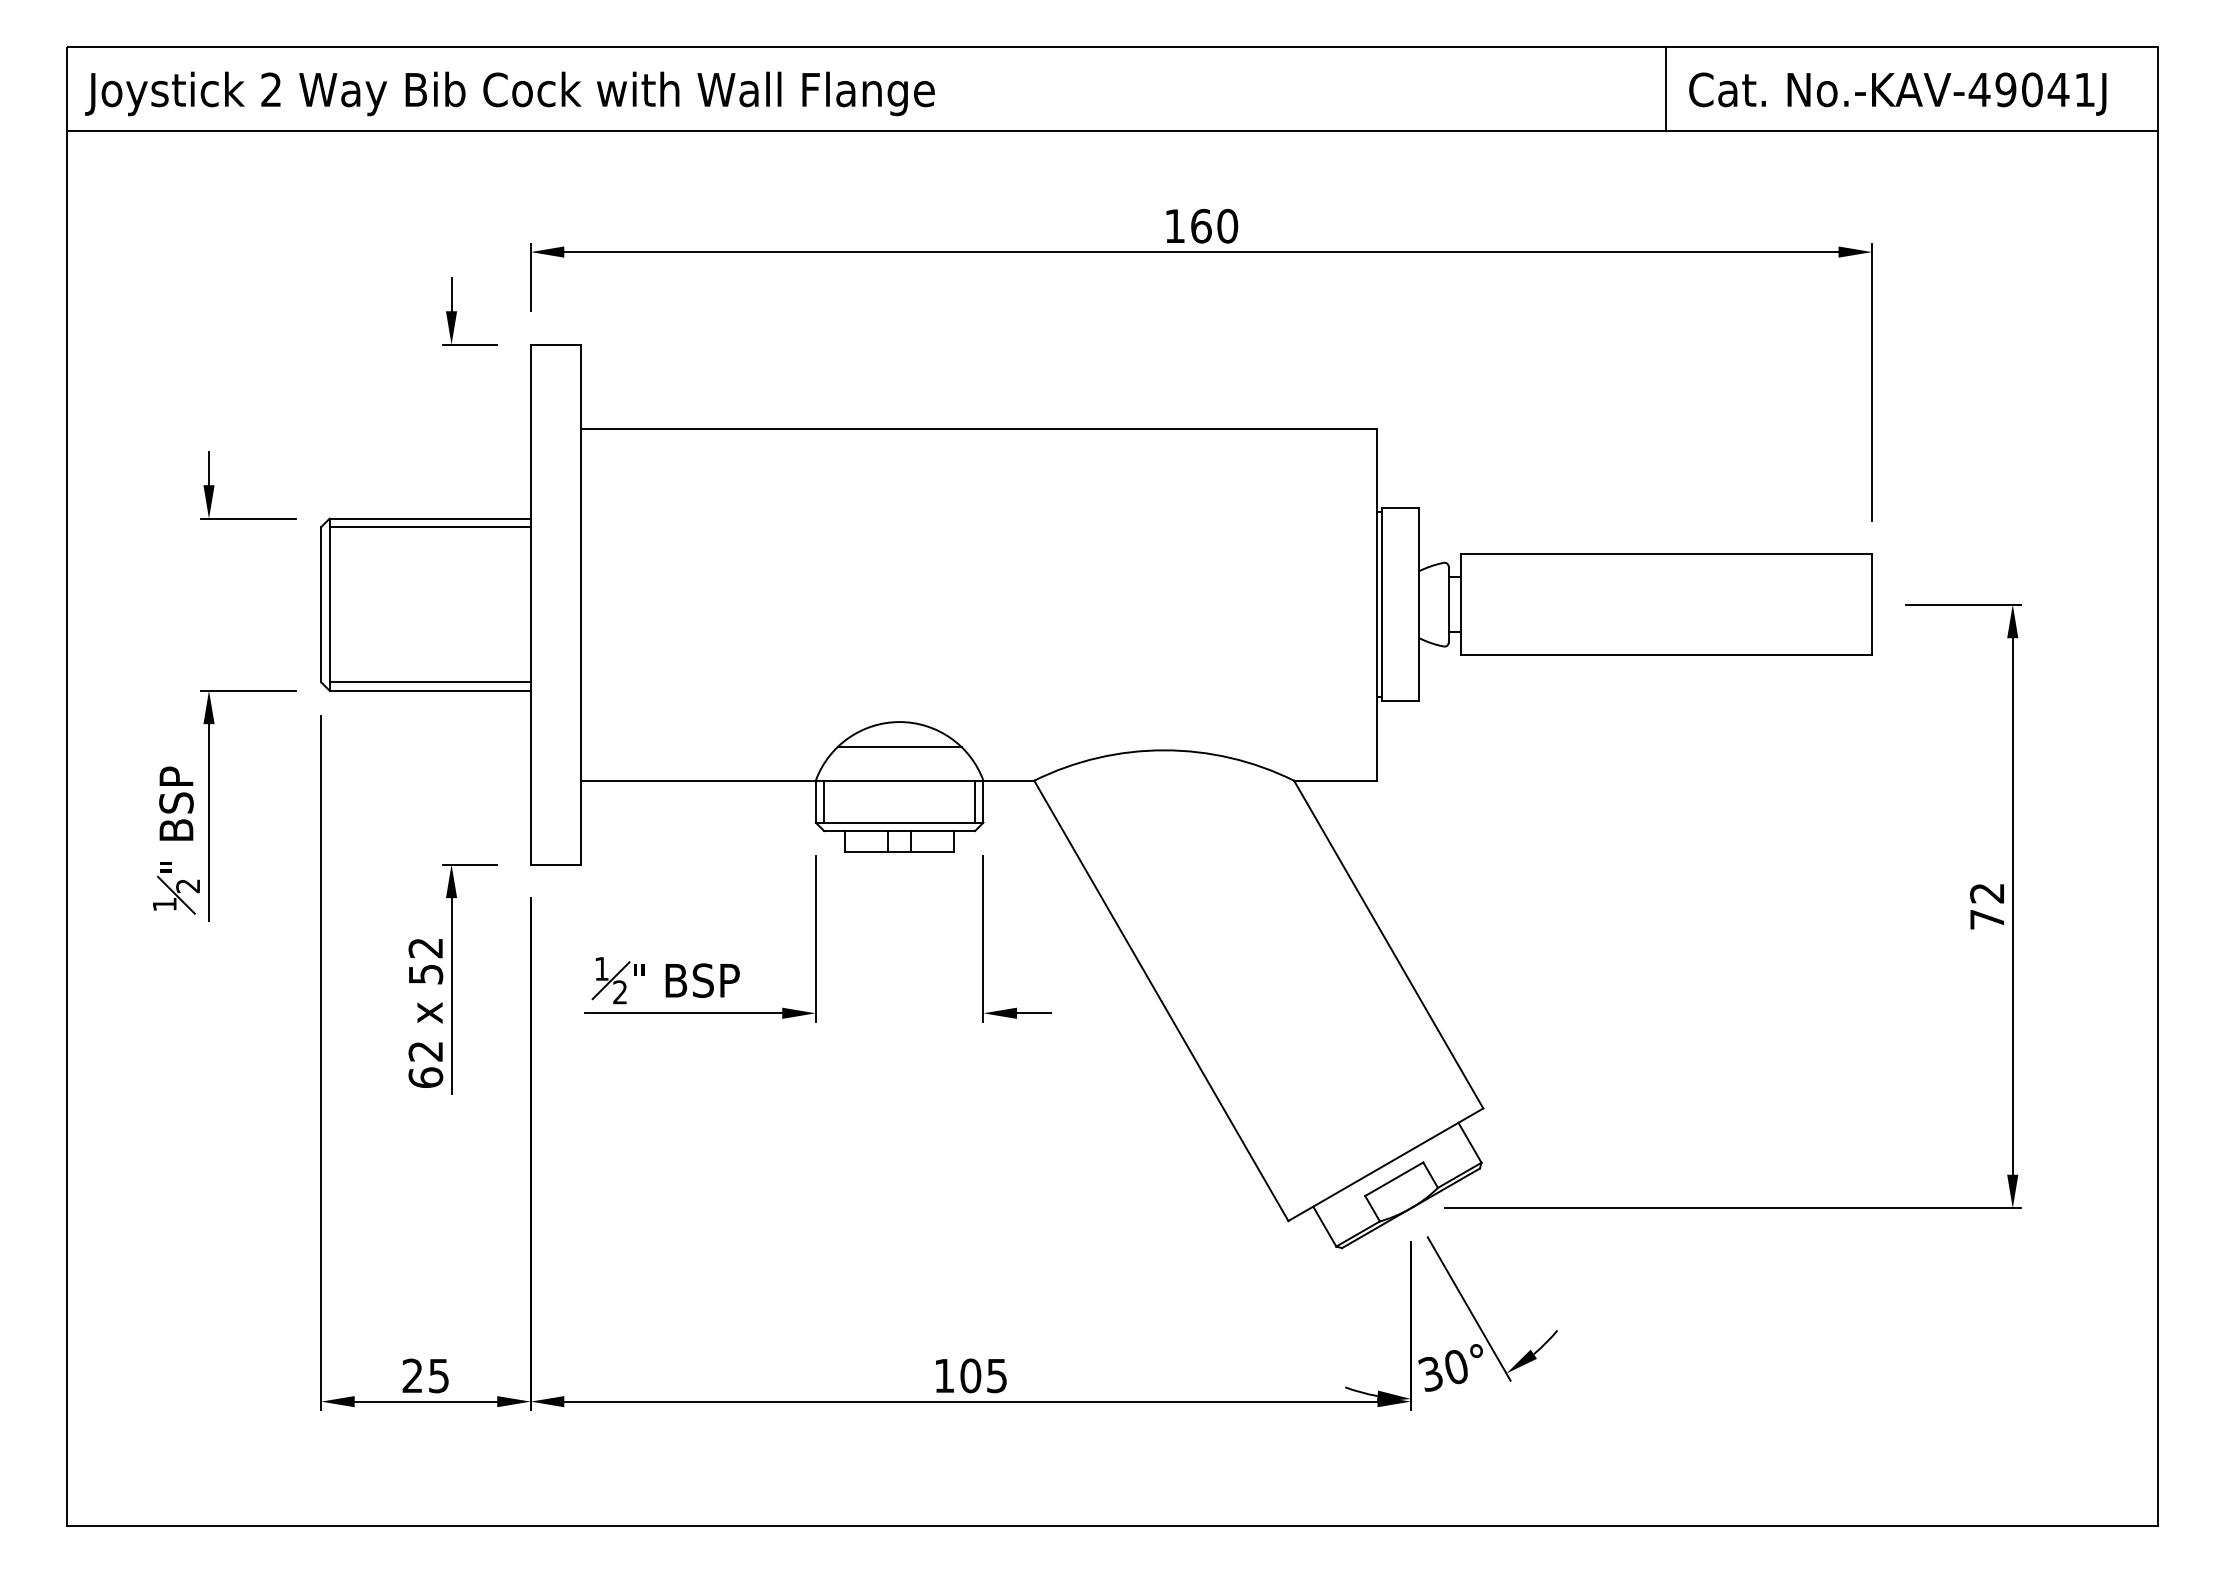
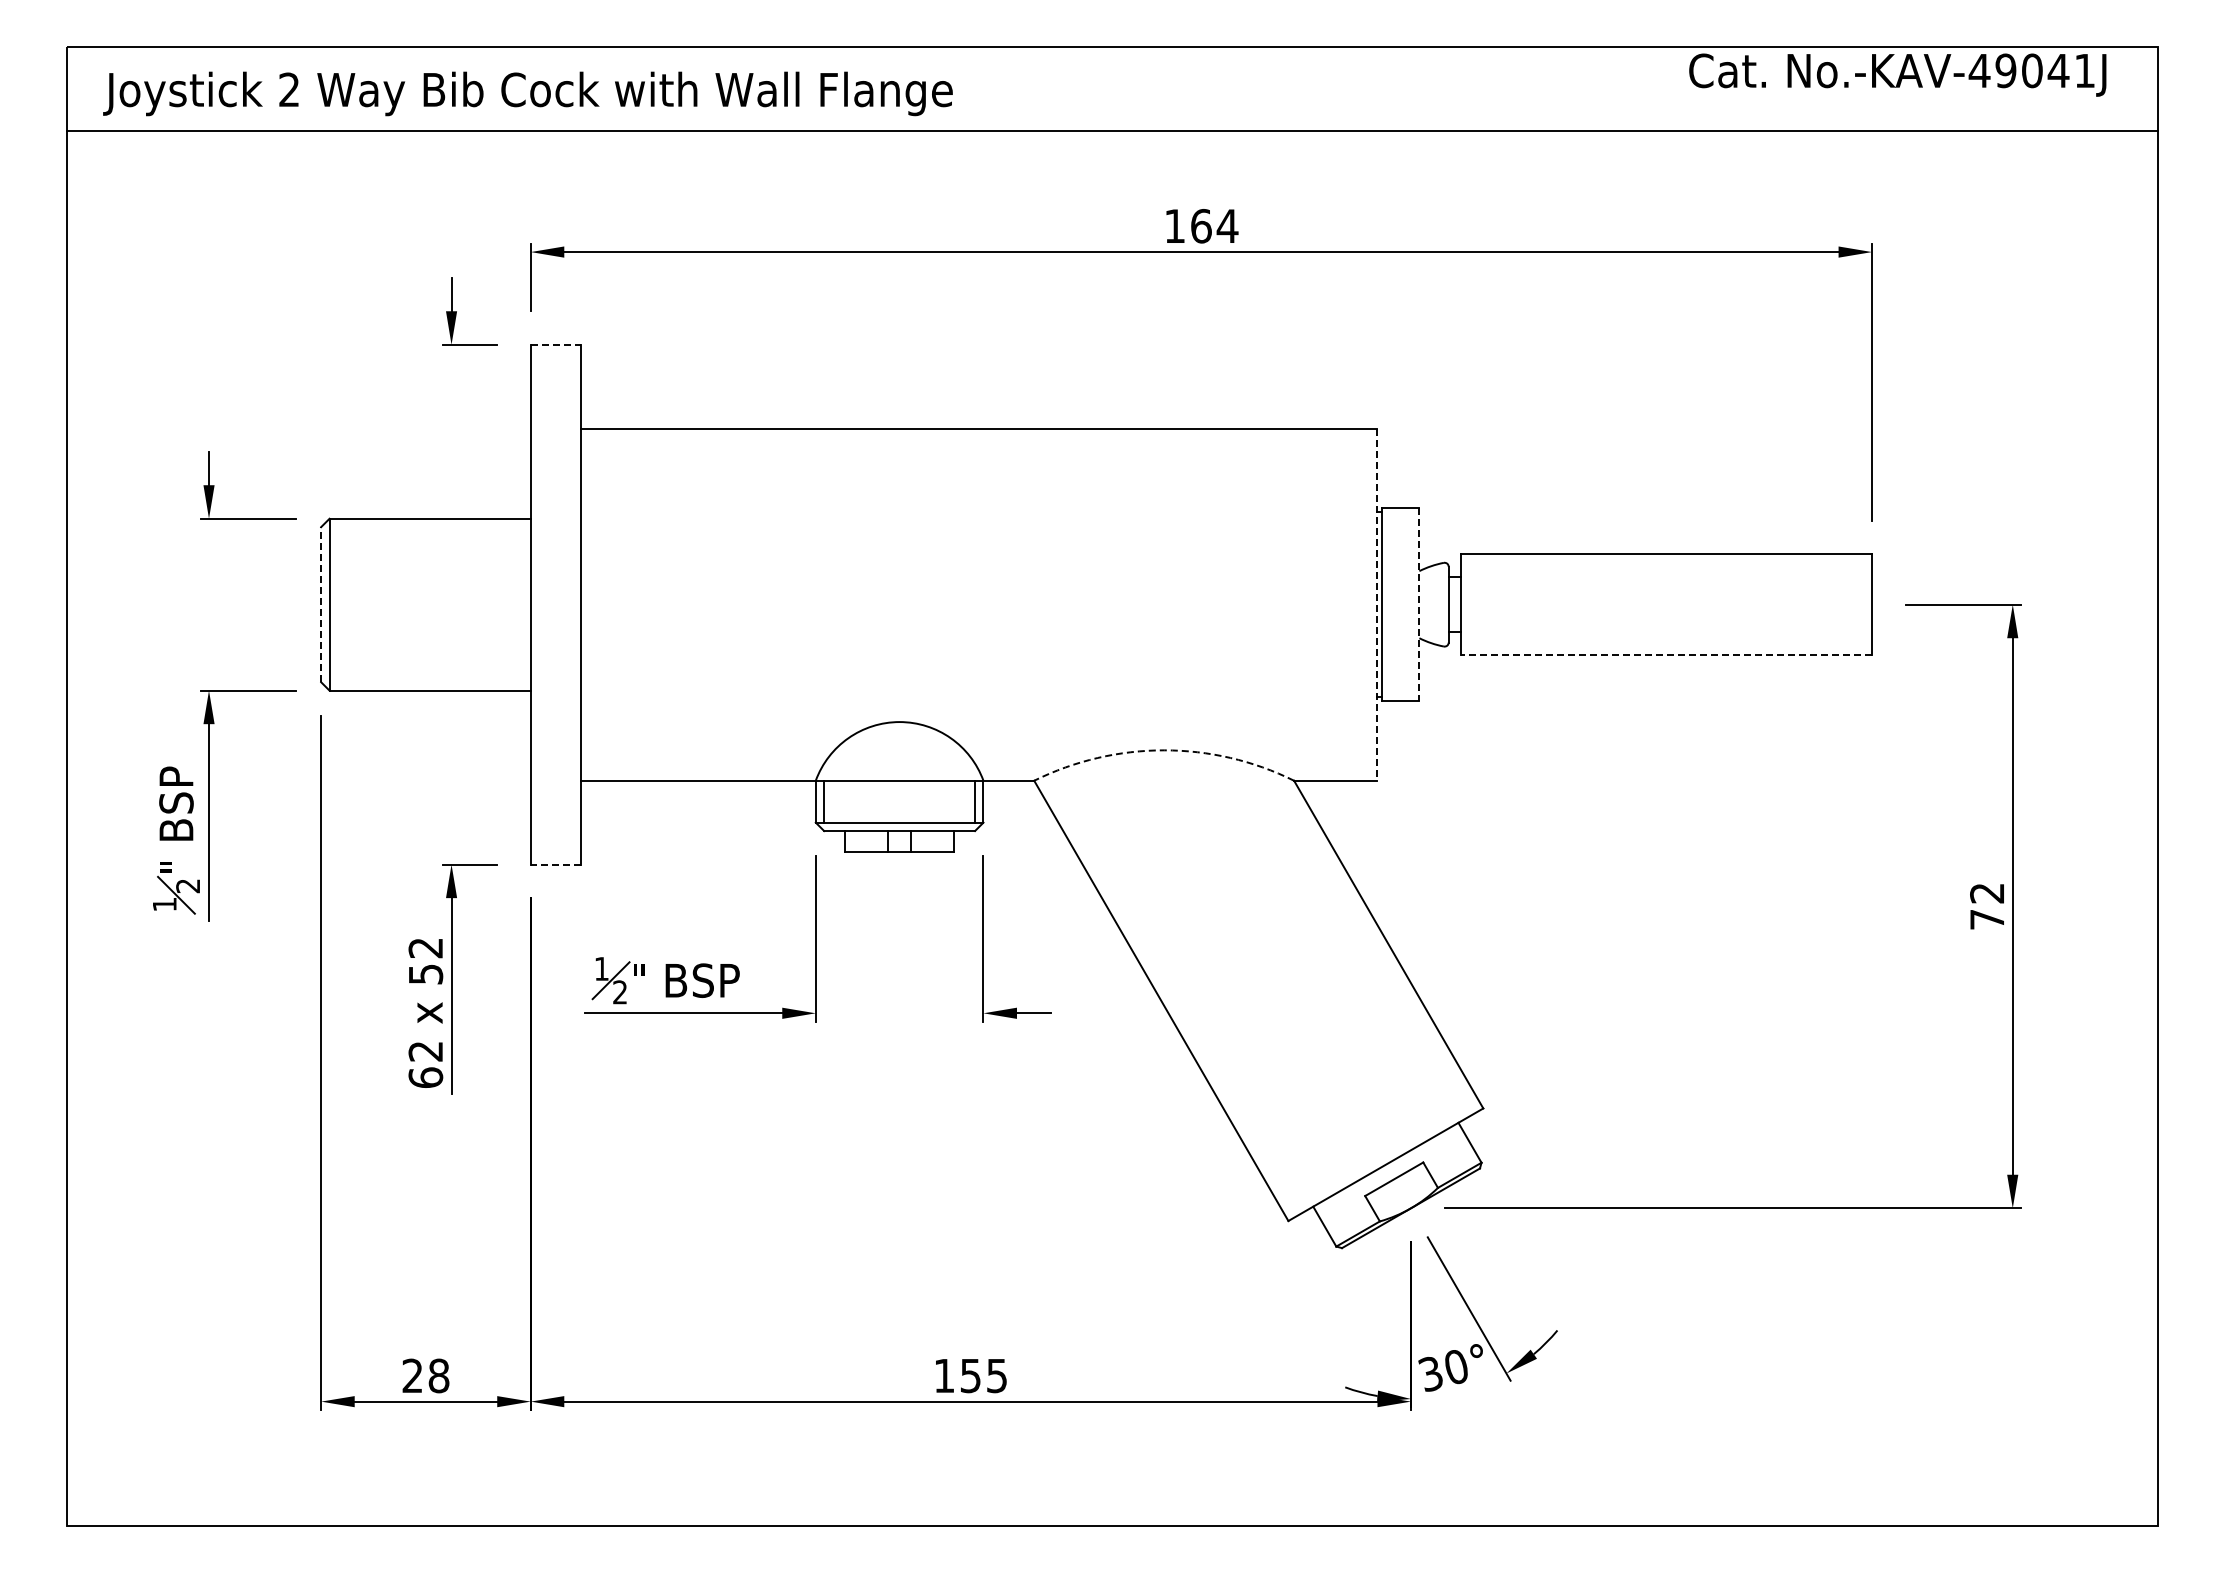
line at (1666, 88): present -> none
text at (509, 93) position: (509, 93) -> (527, 93)
text at (1897, 93) position: (1897, 93) -> (1897, 74)
text at (1227, 226): 160 -> 164
line at (556, 344): solid -> dashed
line at (429, 527): present -> none
line at (321, 604): solid -> dashed
line at (1377, 605): solid -> dashed
line at (1419, 605): solid -> dashed
line at (1666, 655): solid -> dashed
line at (429, 682): present -> none
line at (899, 747): present -> none
arc at (1164, 750): solid -> dashed
line at (555, 864): solid -> dashed
text at (438, 1375): 25 -> 28
text at (970, 1375): 105 -> 155
